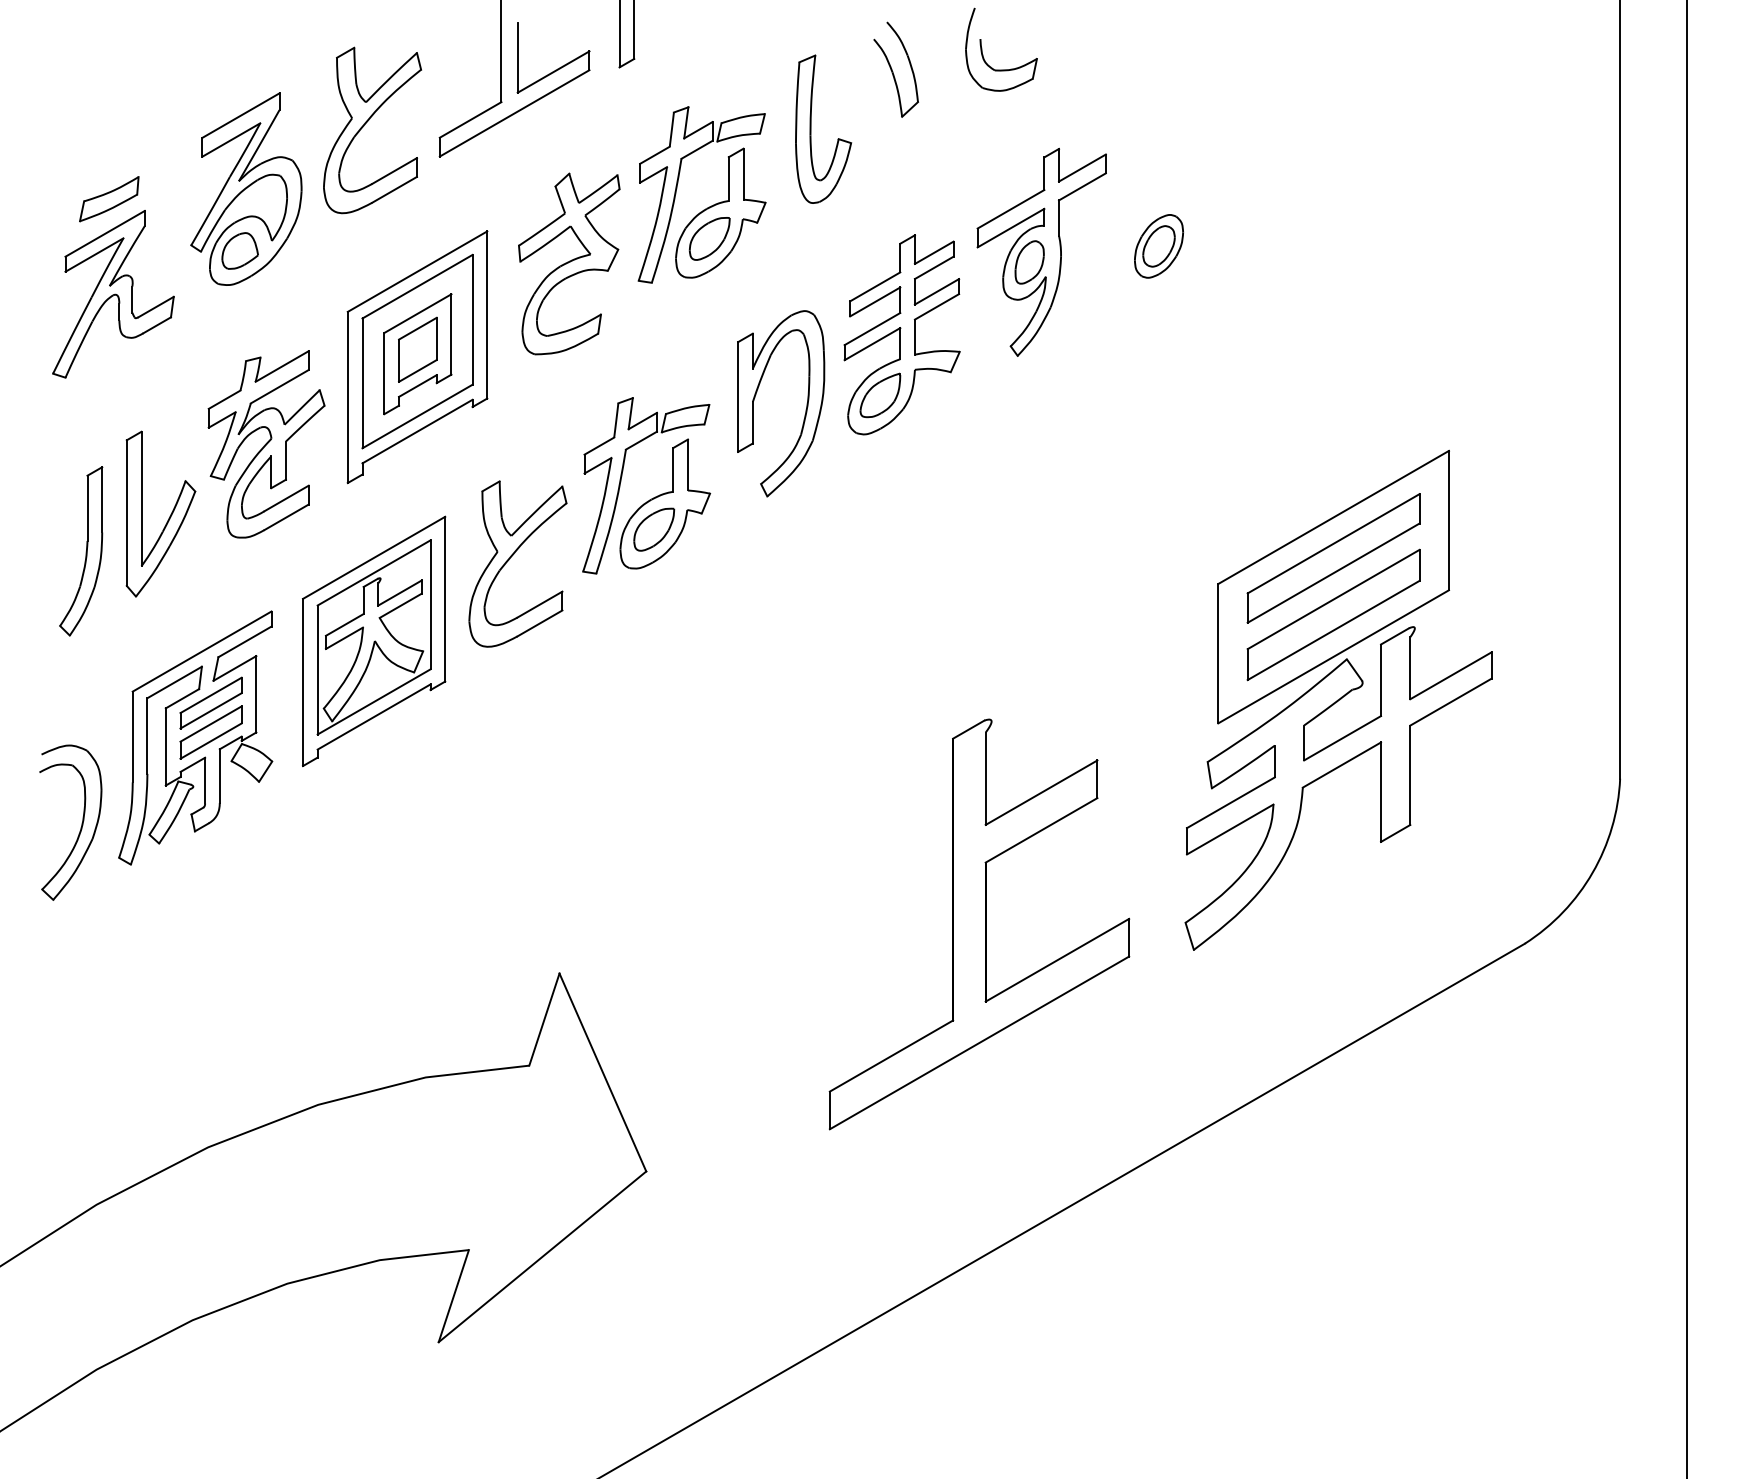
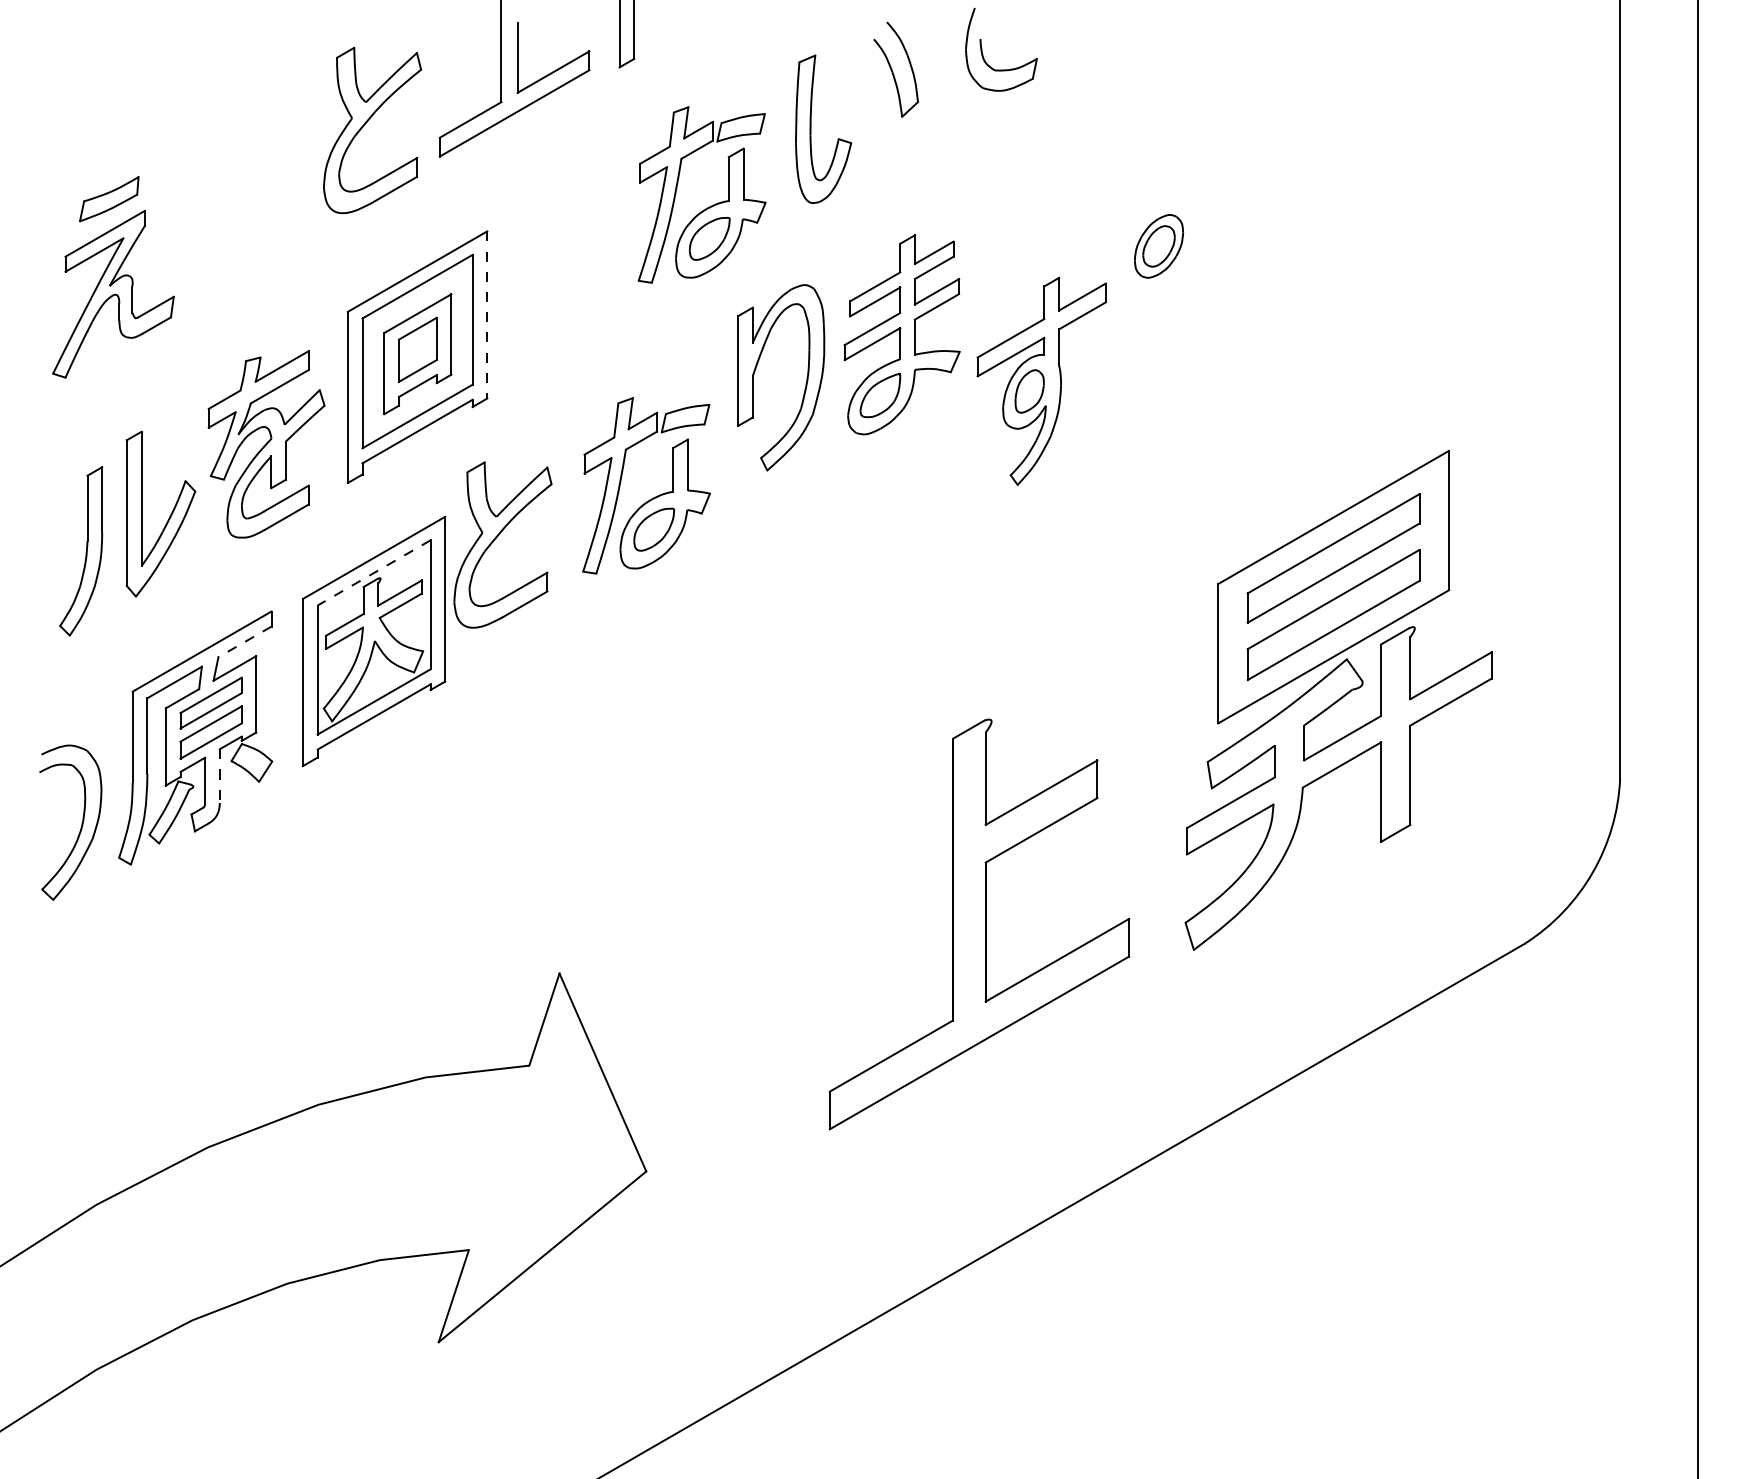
part at (246, 188): present -> none
part at (1041, 251) position: (1041, 251) -> (1041, 380)
part at (569, 263): present -> none
line at (487, 314): solid -> dashed
part at (805, 409) position: (805, 409) -> (805, 383)
part at (511, 557) position: (511, 557) -> (496, 538)
line at (373, 573): solid -> dashed
line at (244, 641): solid -> dashed
line at (1686, 738) position: (1686, 738) -> (1697, 738)
line at (219, 776): solid -> dashed
